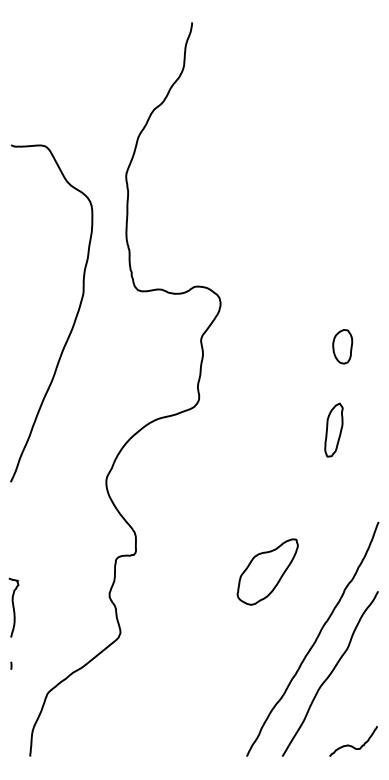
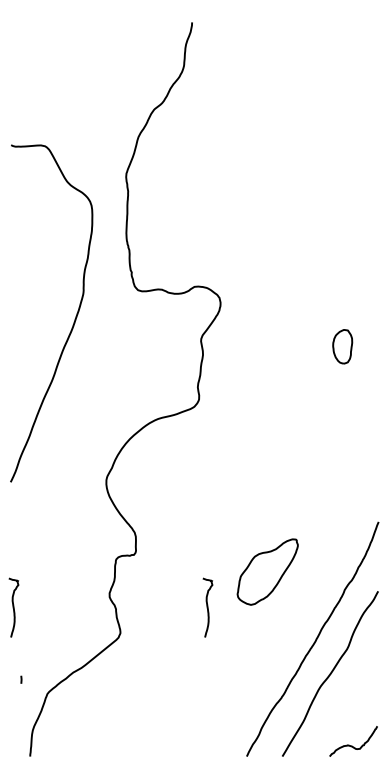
part at (333, 429): present -> none
curve at (207, 607): none -> present
line at (11, 665) position: (11, 665) -> (21, 679)
